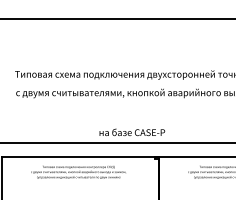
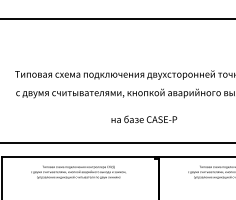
text at (132, 132) position: (132, 132) -> (144, 119)
